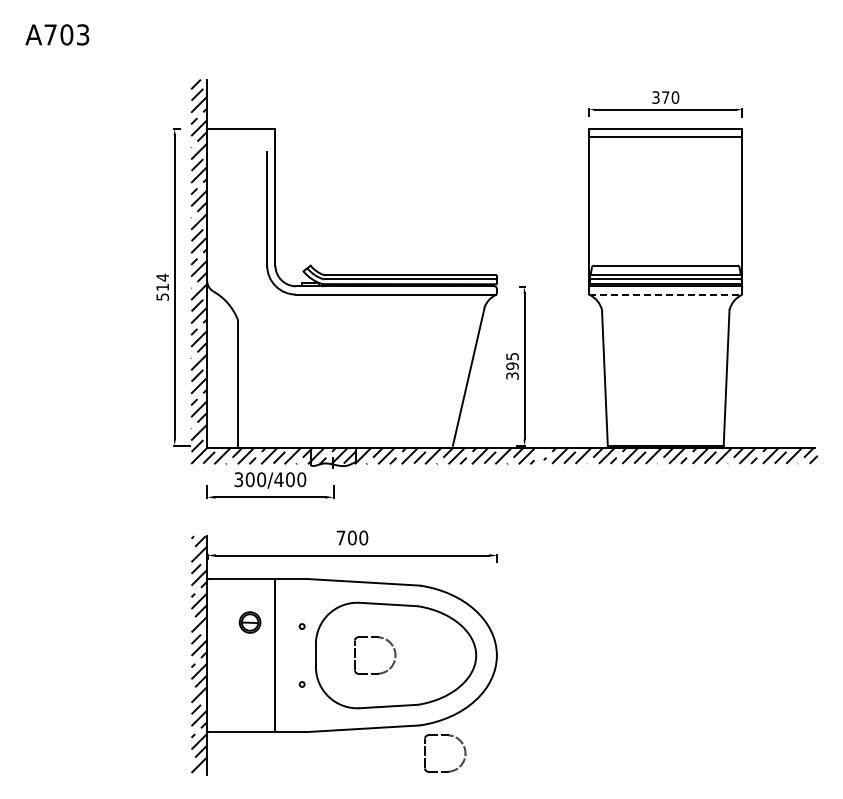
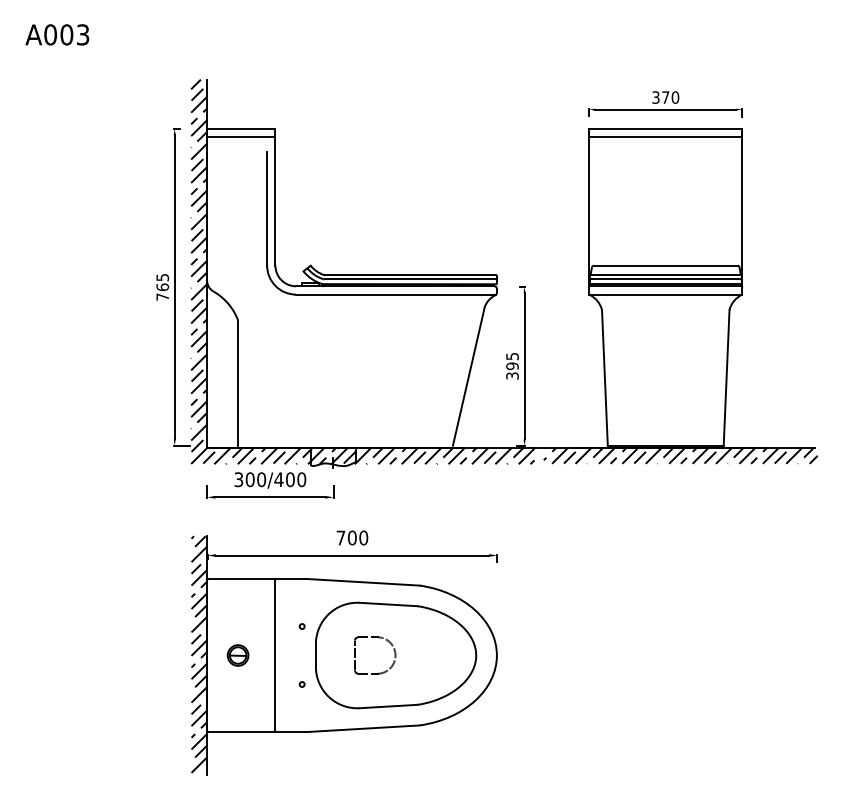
text at (50, 34): A703 -> A003
line at (241, 137): none -> present
text at (162, 286): 514 -> 765
line at (665, 294): dashed -> solid
part at (249, 622) position: (249, 622) -> (237, 655)
part at (448, 736): present -> none
